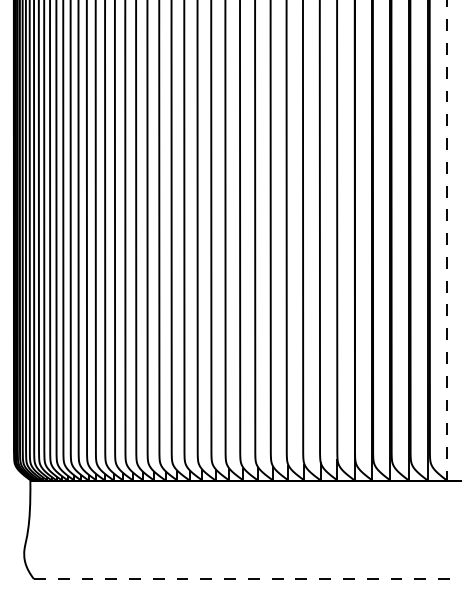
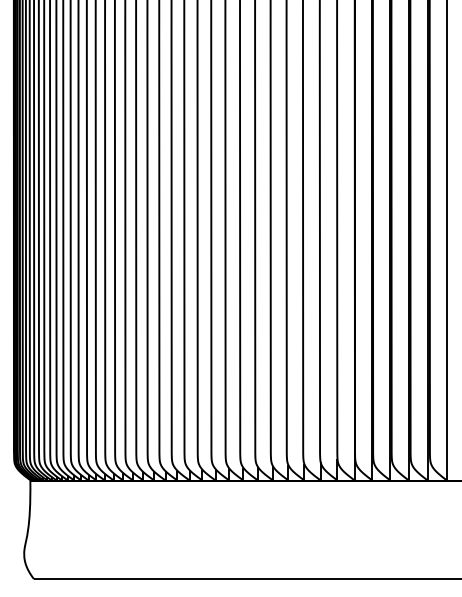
line at (446, 240): dashed -> solid
line at (247, 579): dashed -> solid
